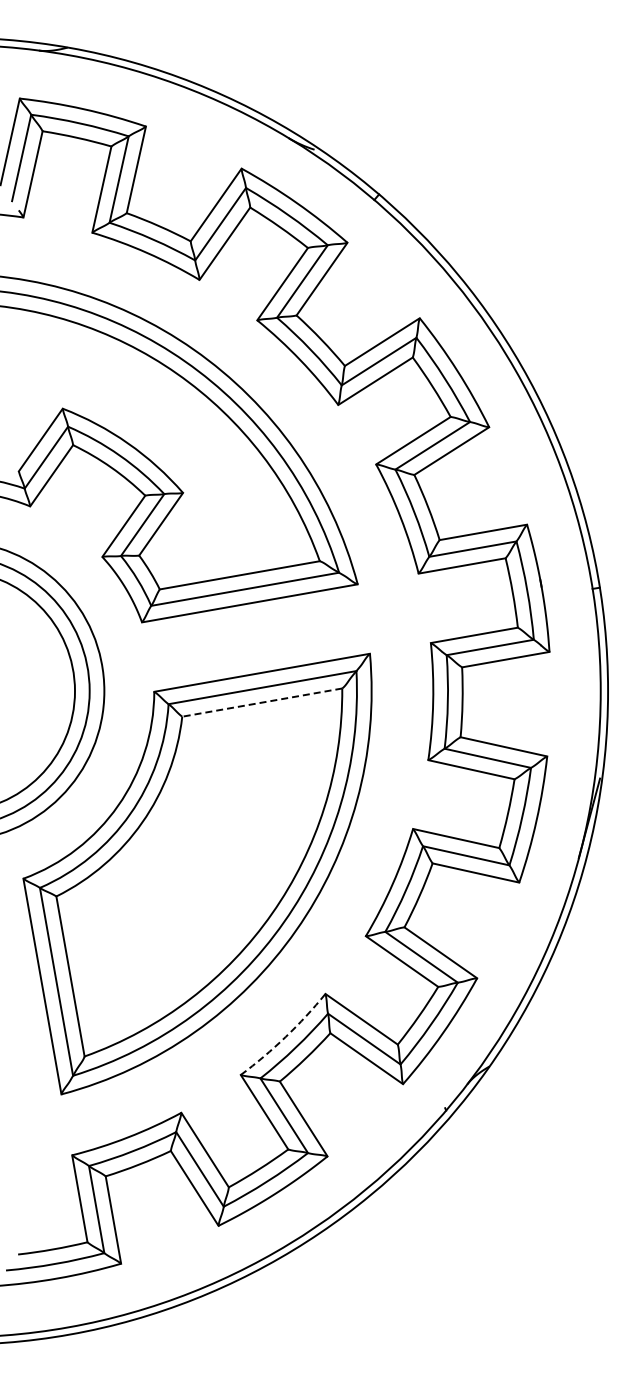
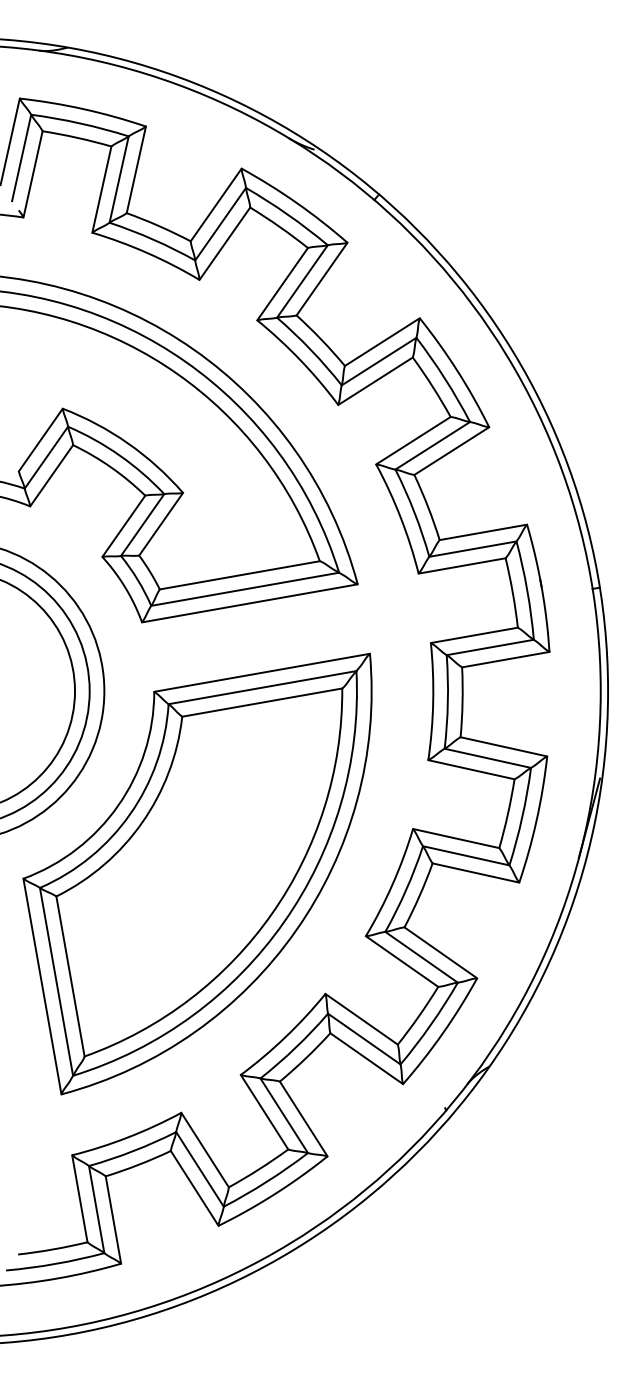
line at (261, 702): dashed -> solid
arc at (285, 1037): dashed -> solid
